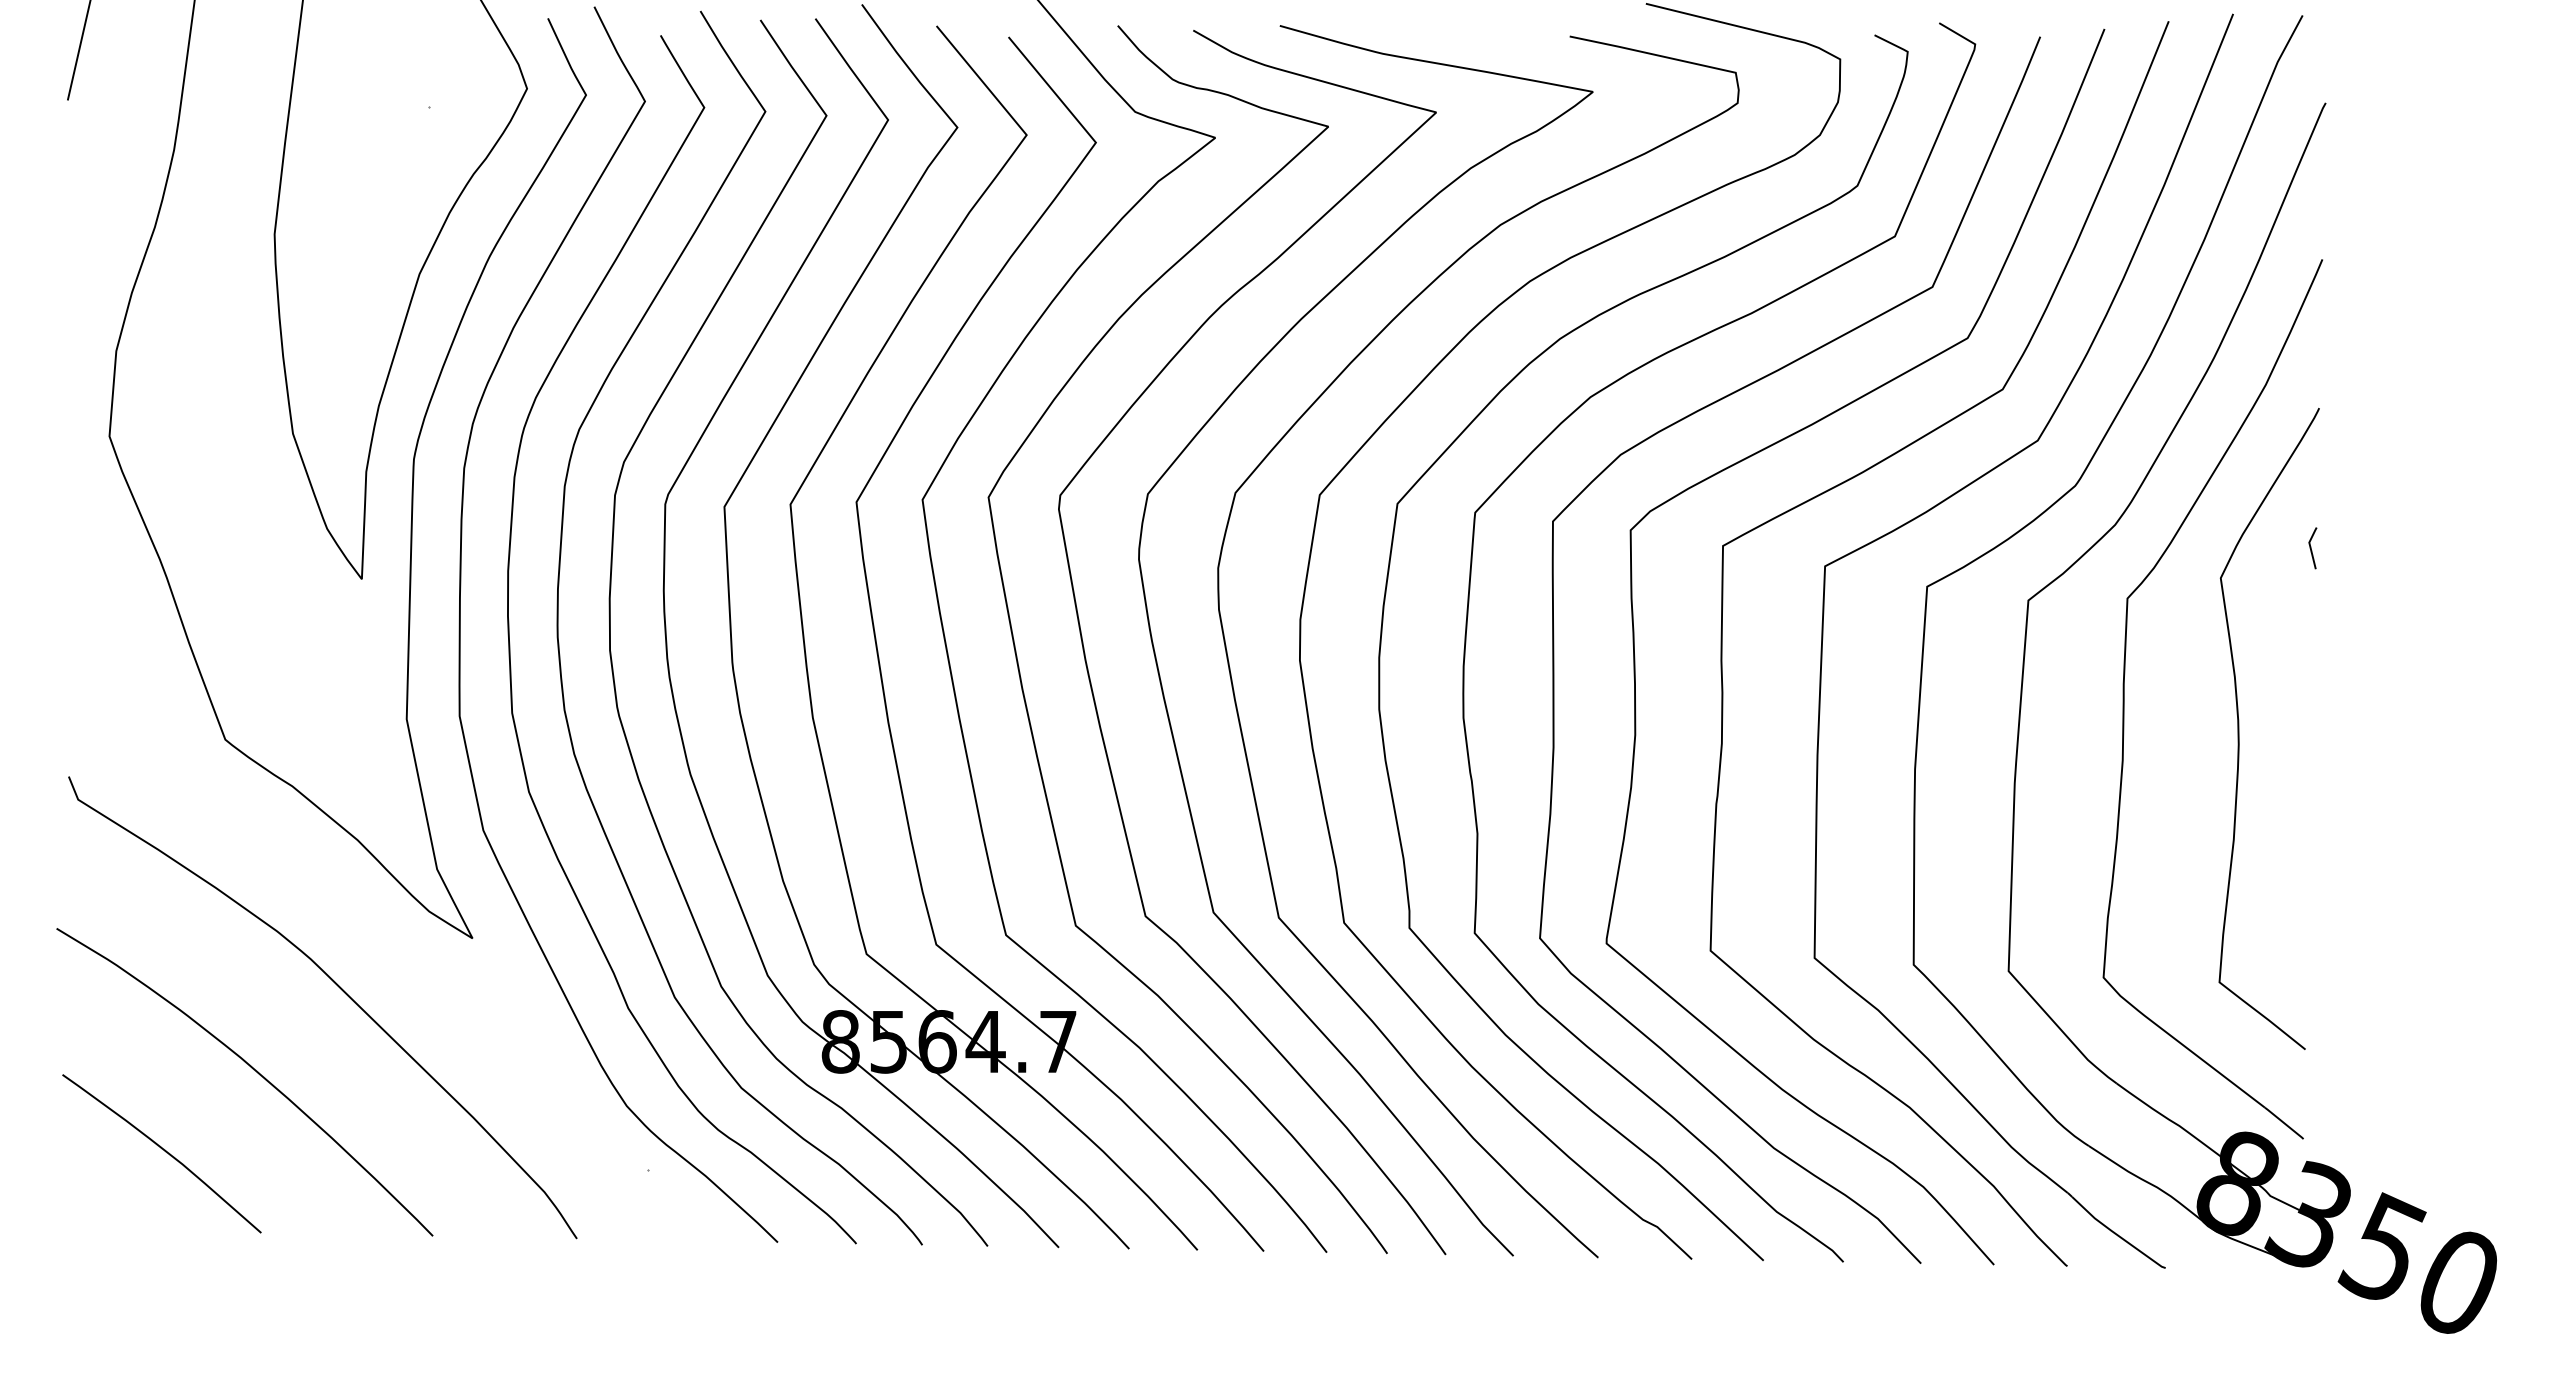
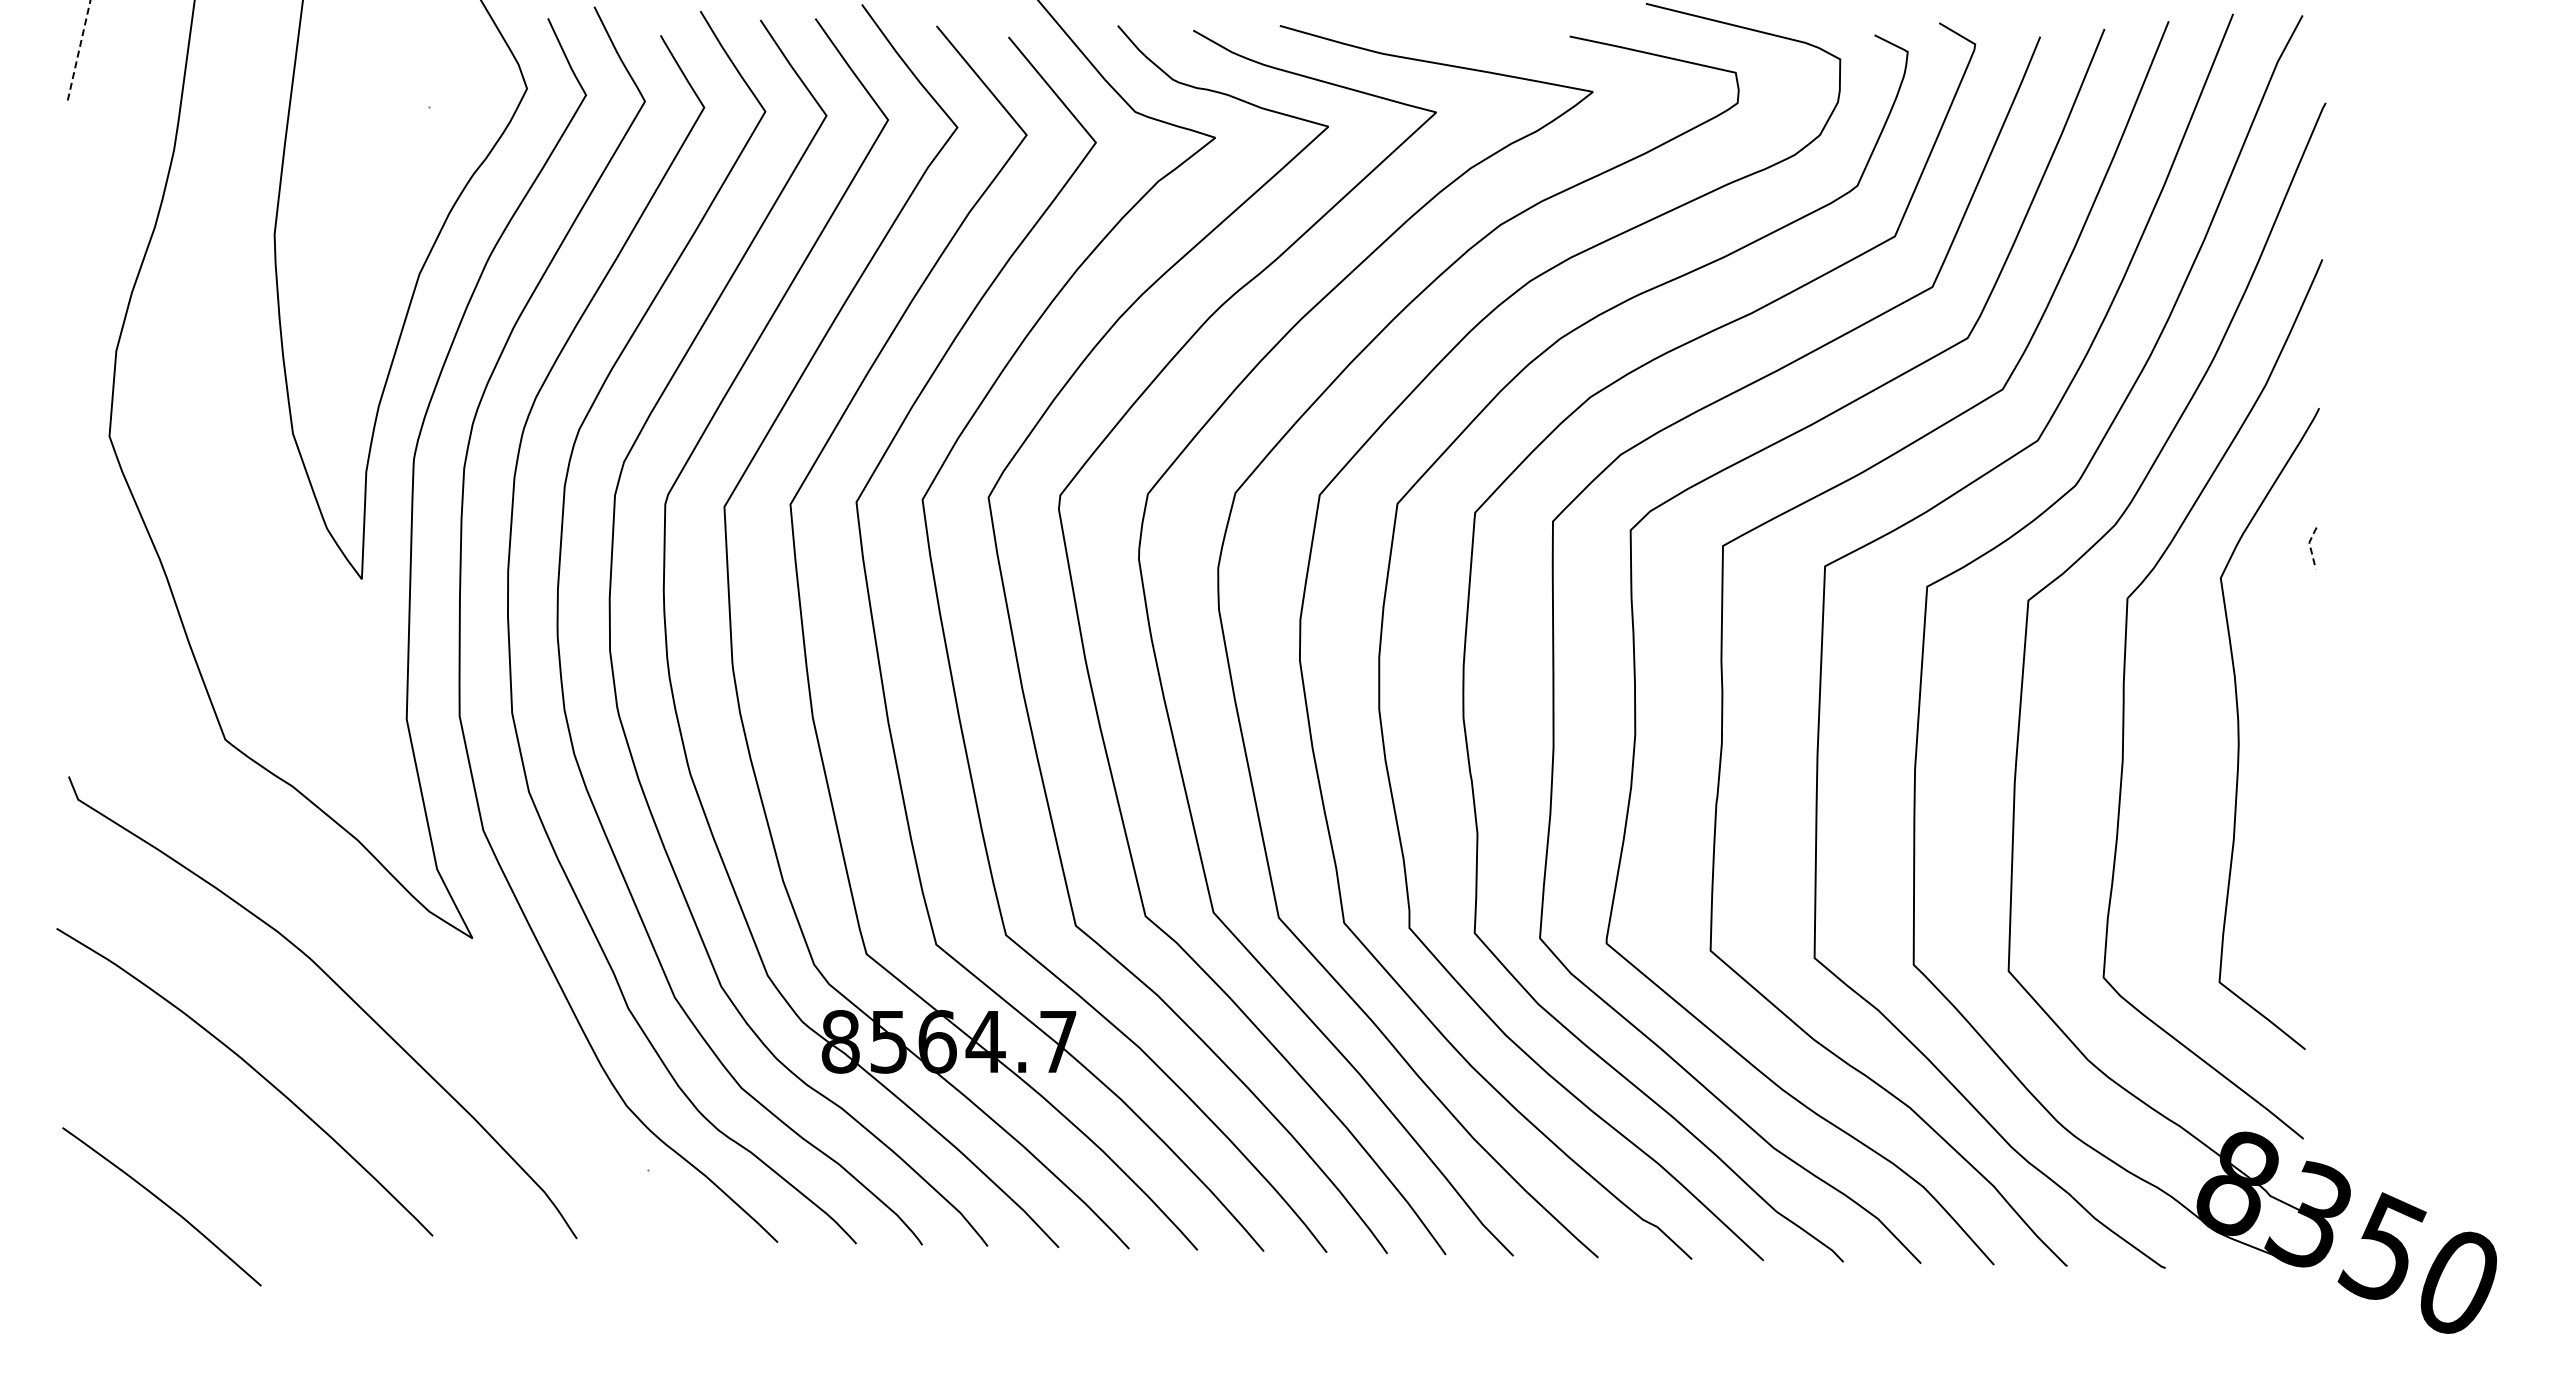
line at (79, 49): solid -> dashed
line at (2310, 547): solid -> dashed
curve at (163, 1150) position: (163, 1150) -> (163, 1203)
